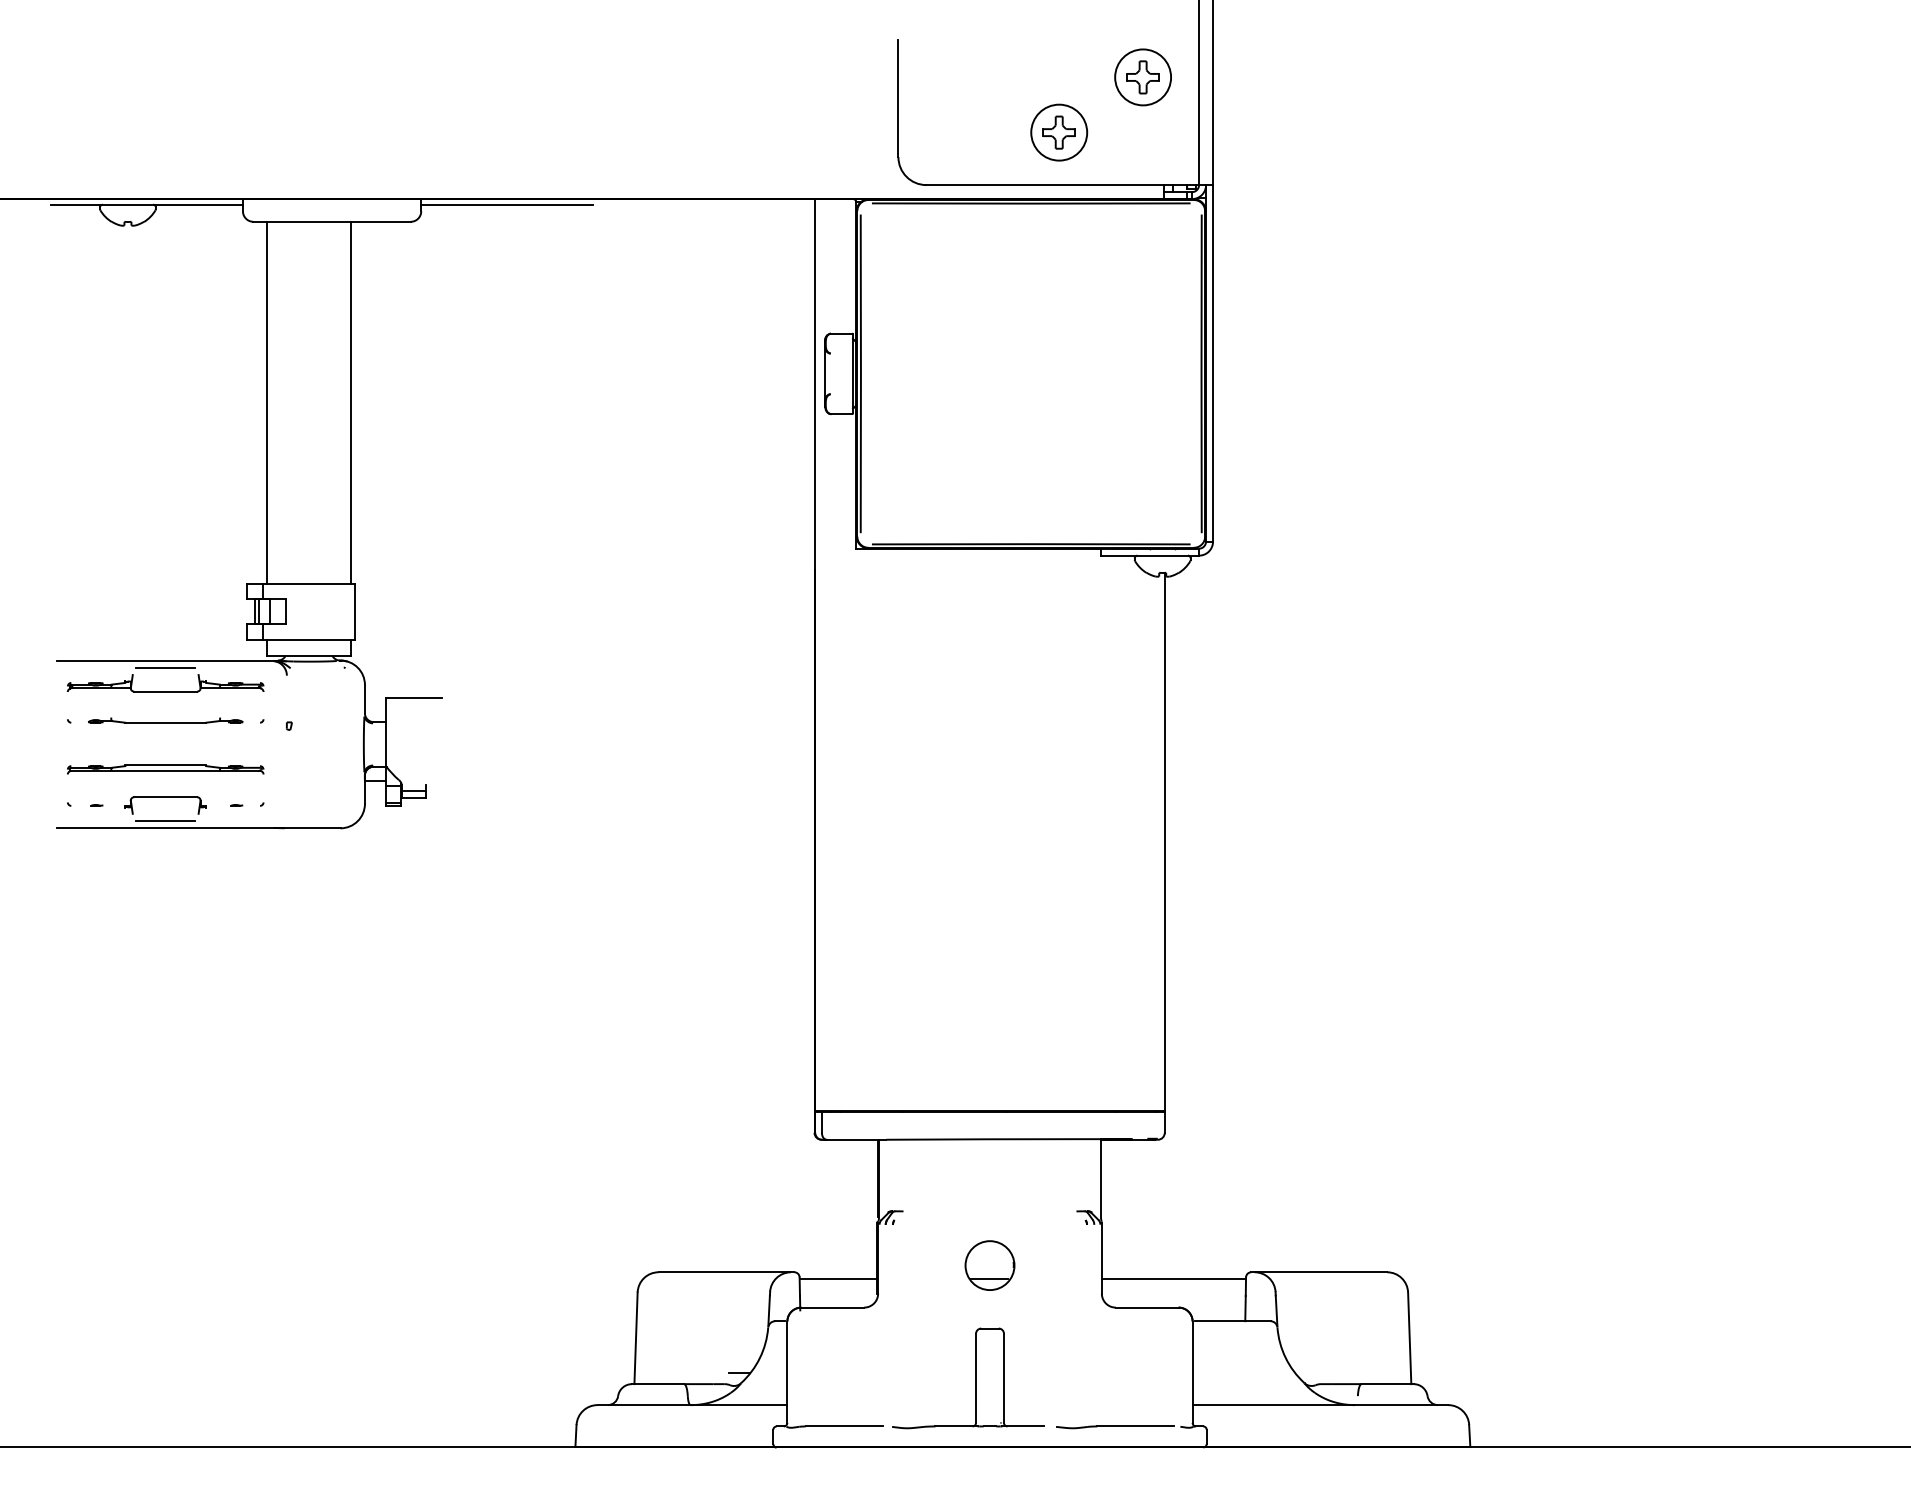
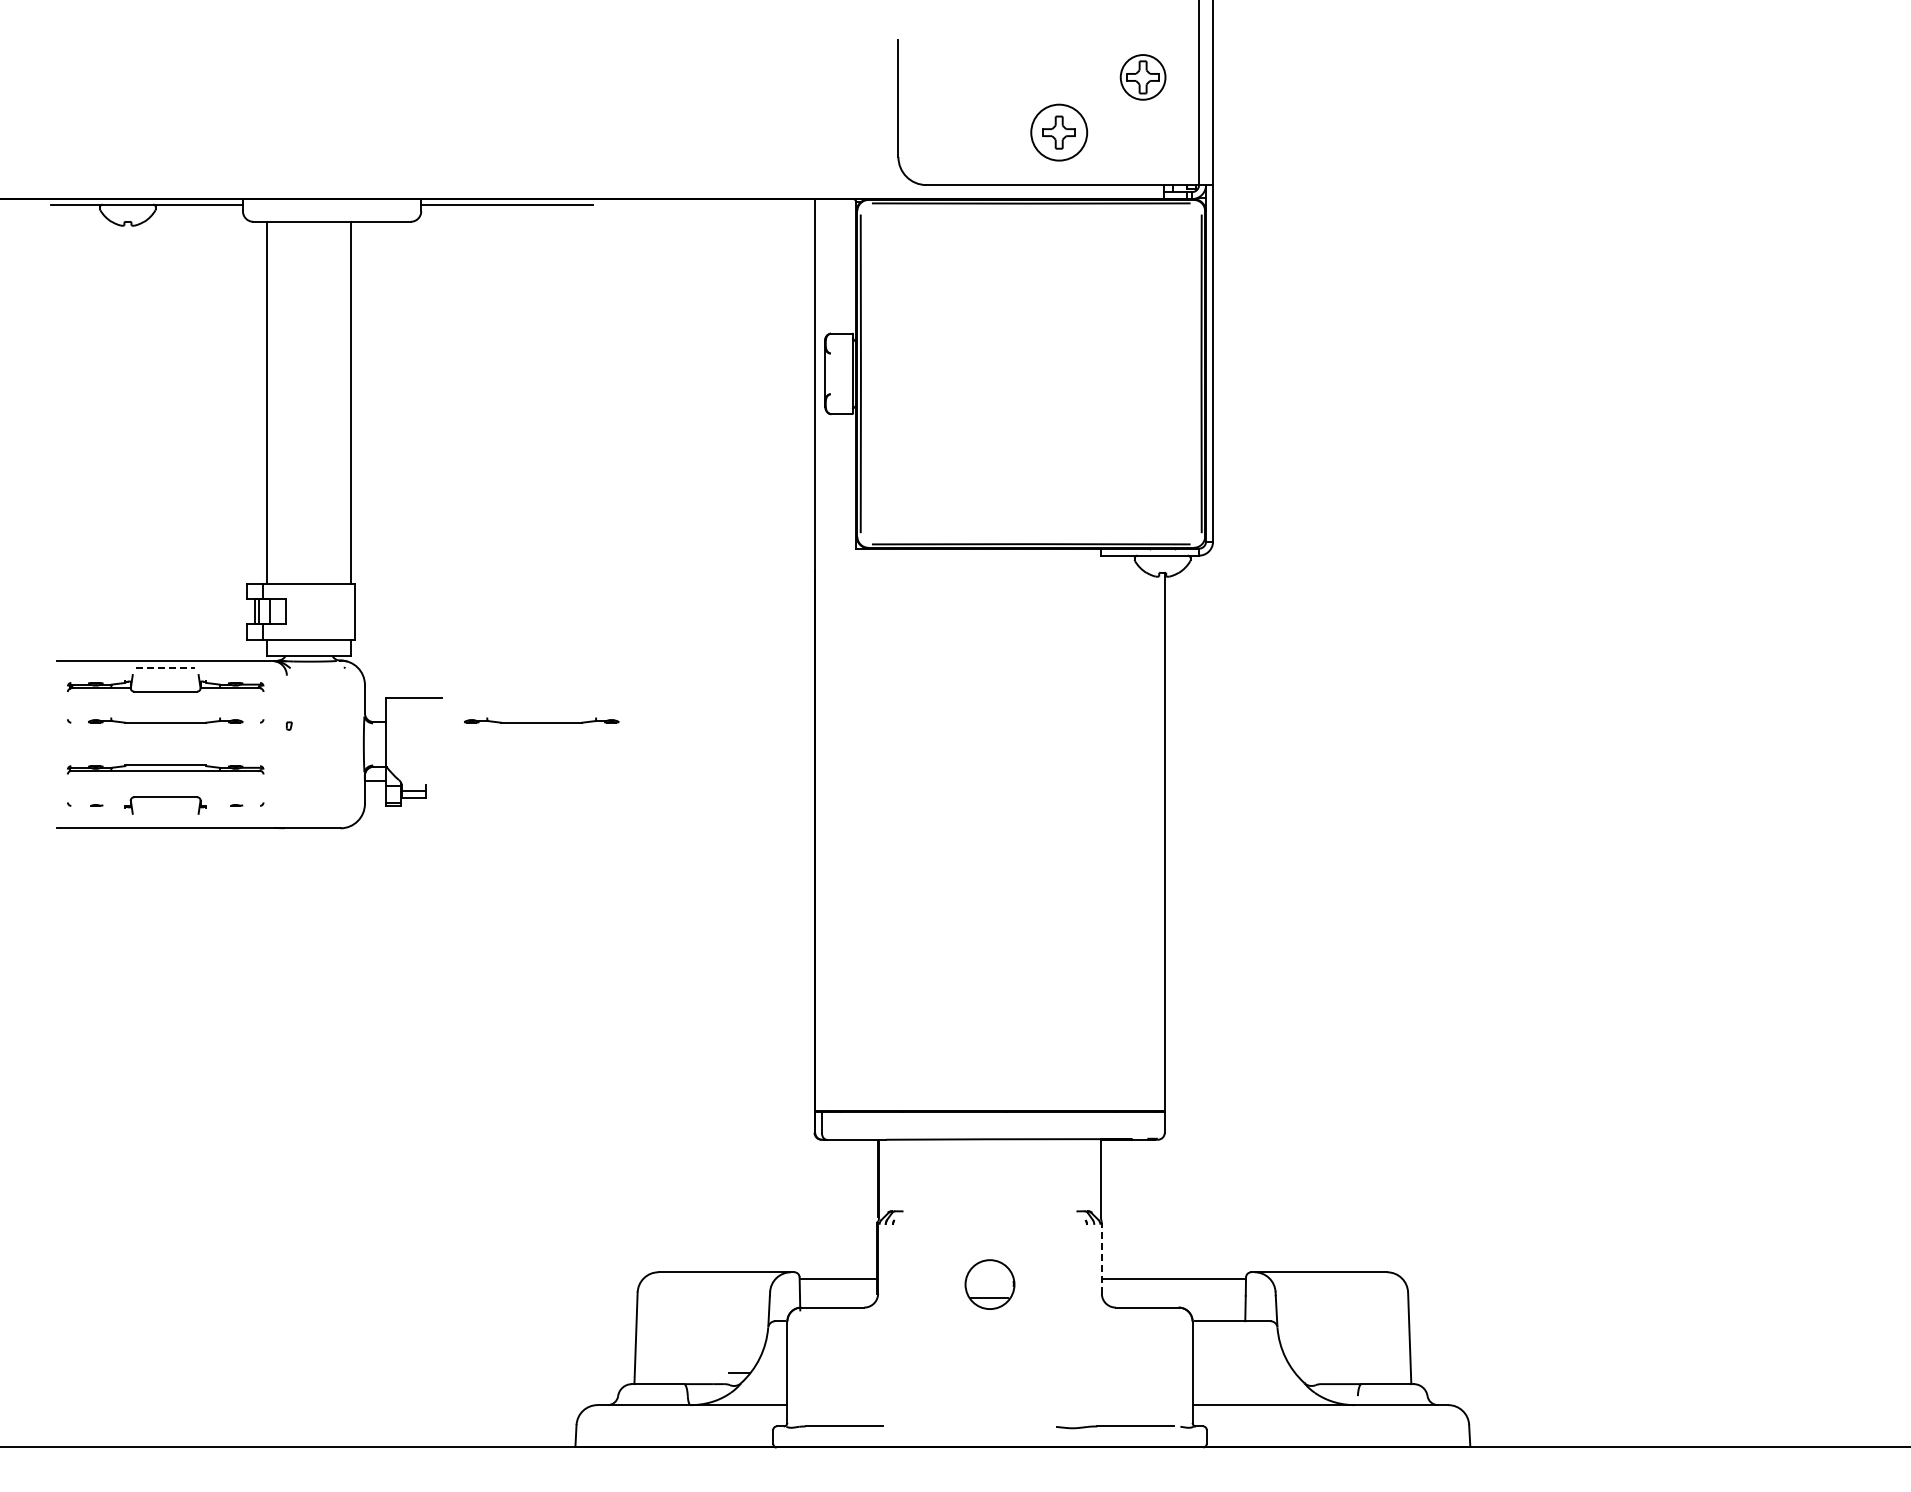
circle at (1143, 77) diameter: 56 px -> 45 px
line at (165, 667): solid -> dashed
part at (541, 720): none -> present
line at (165, 821): present -> none
line at (1101, 1257): solid -> dashed
part at (989, 1265) position: (989, 1265) -> (989, 1284)
part at (975, 1378): present -> none
